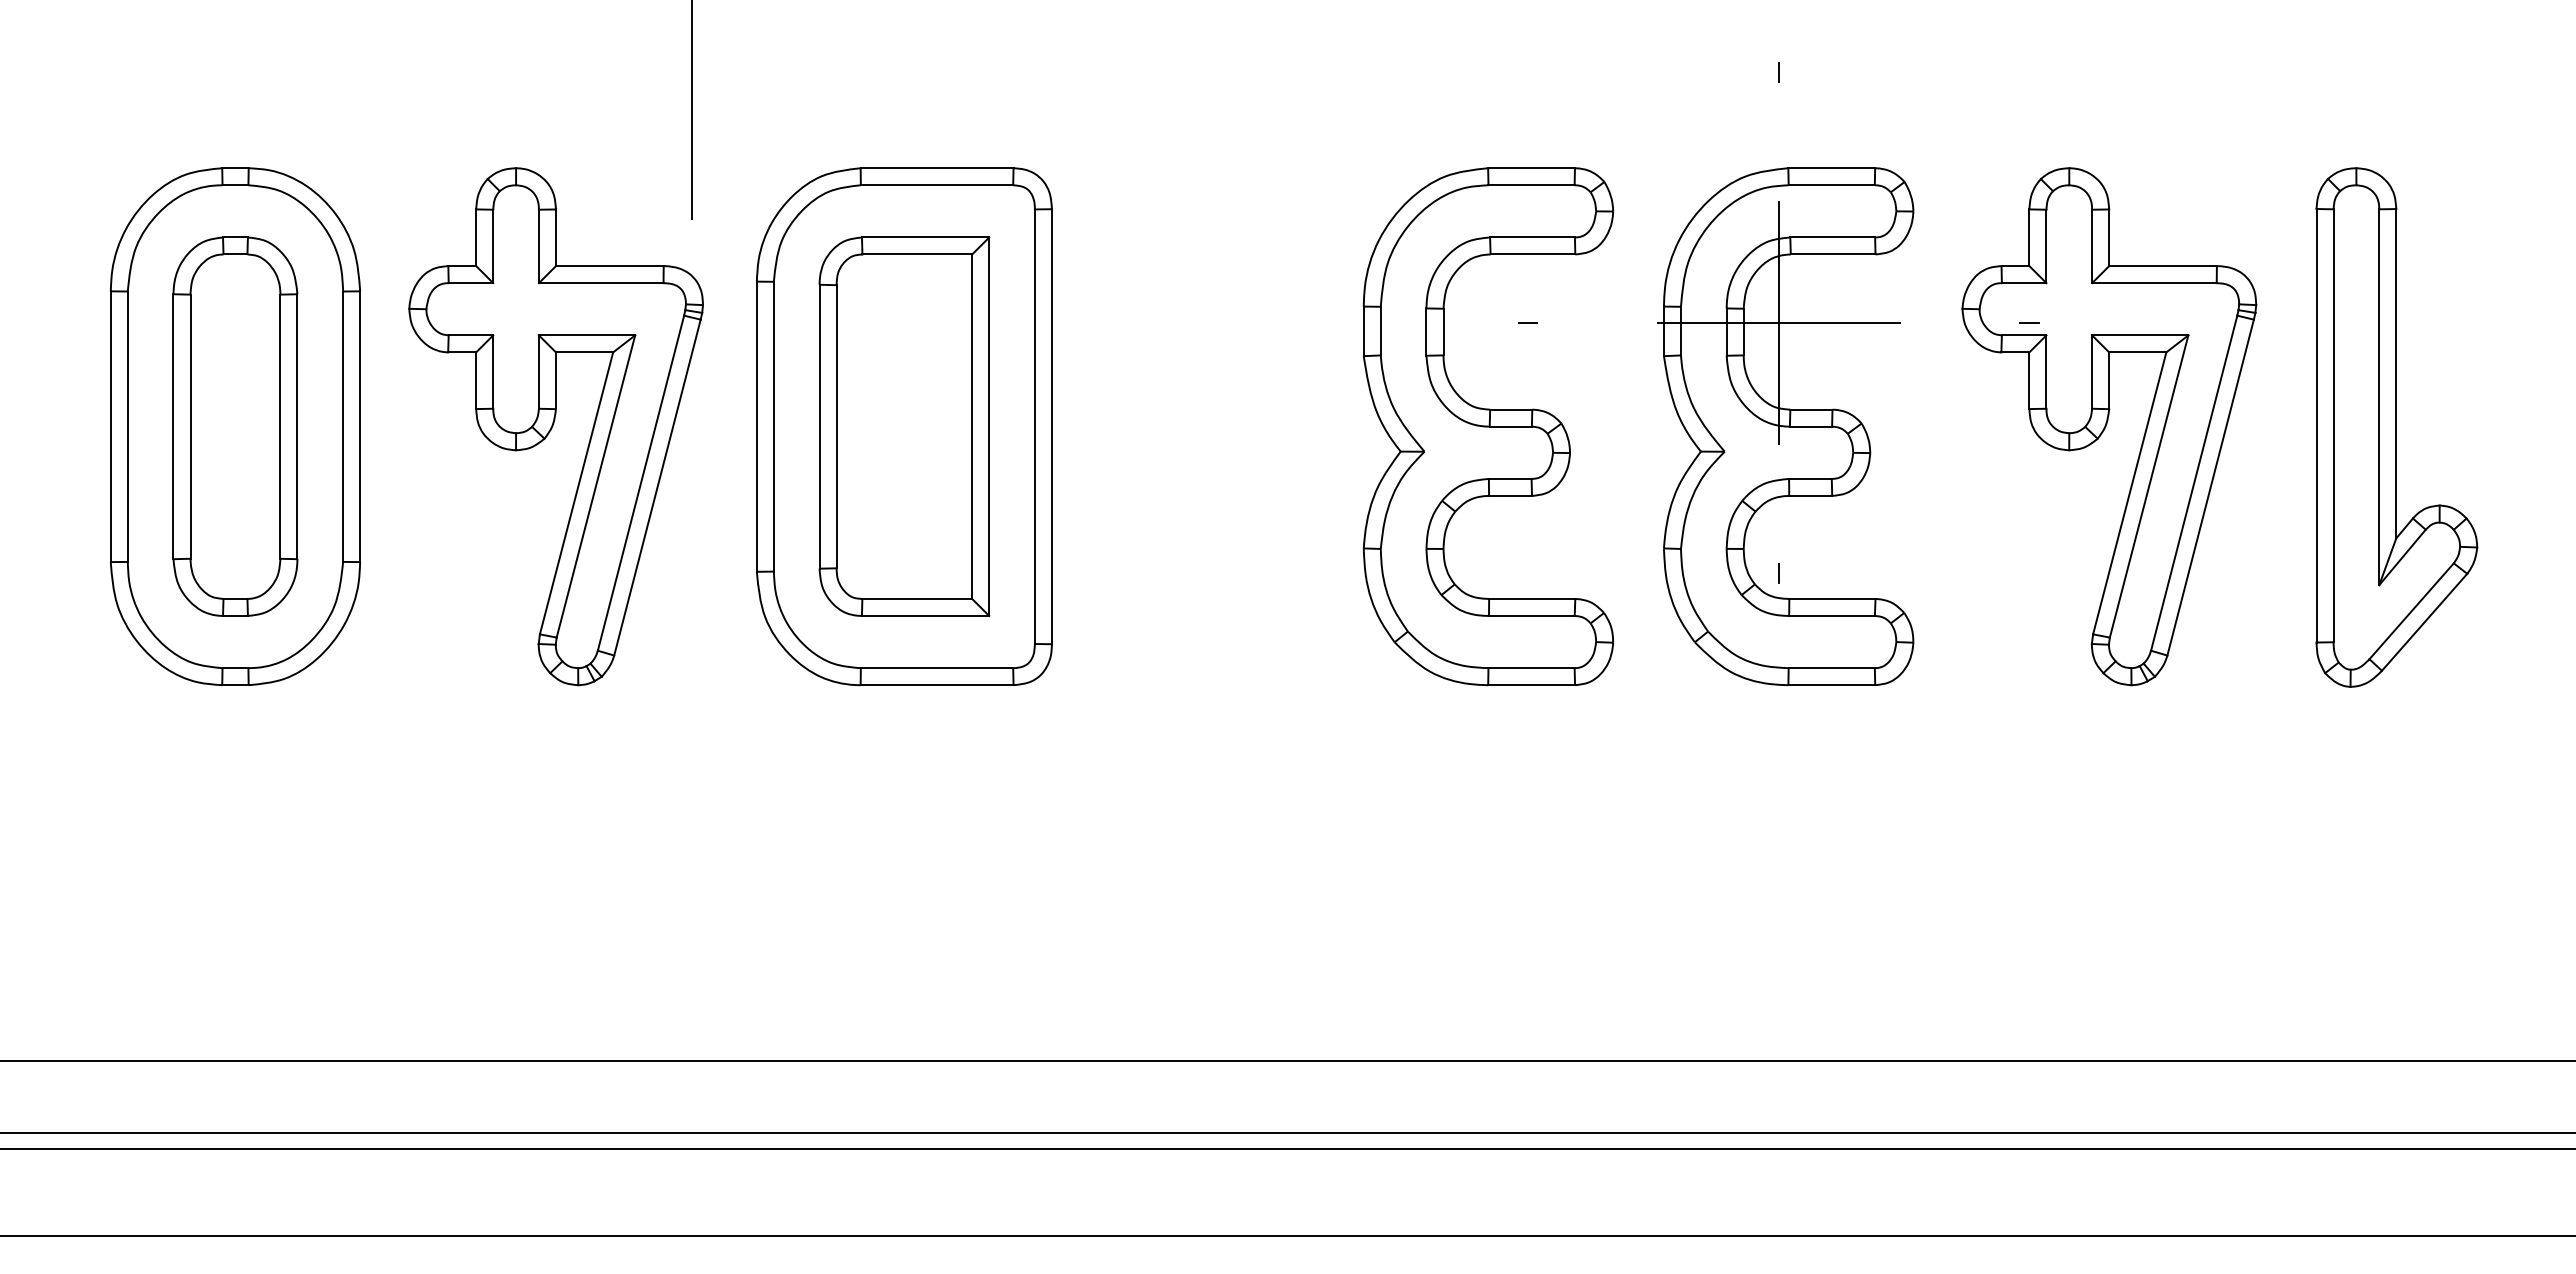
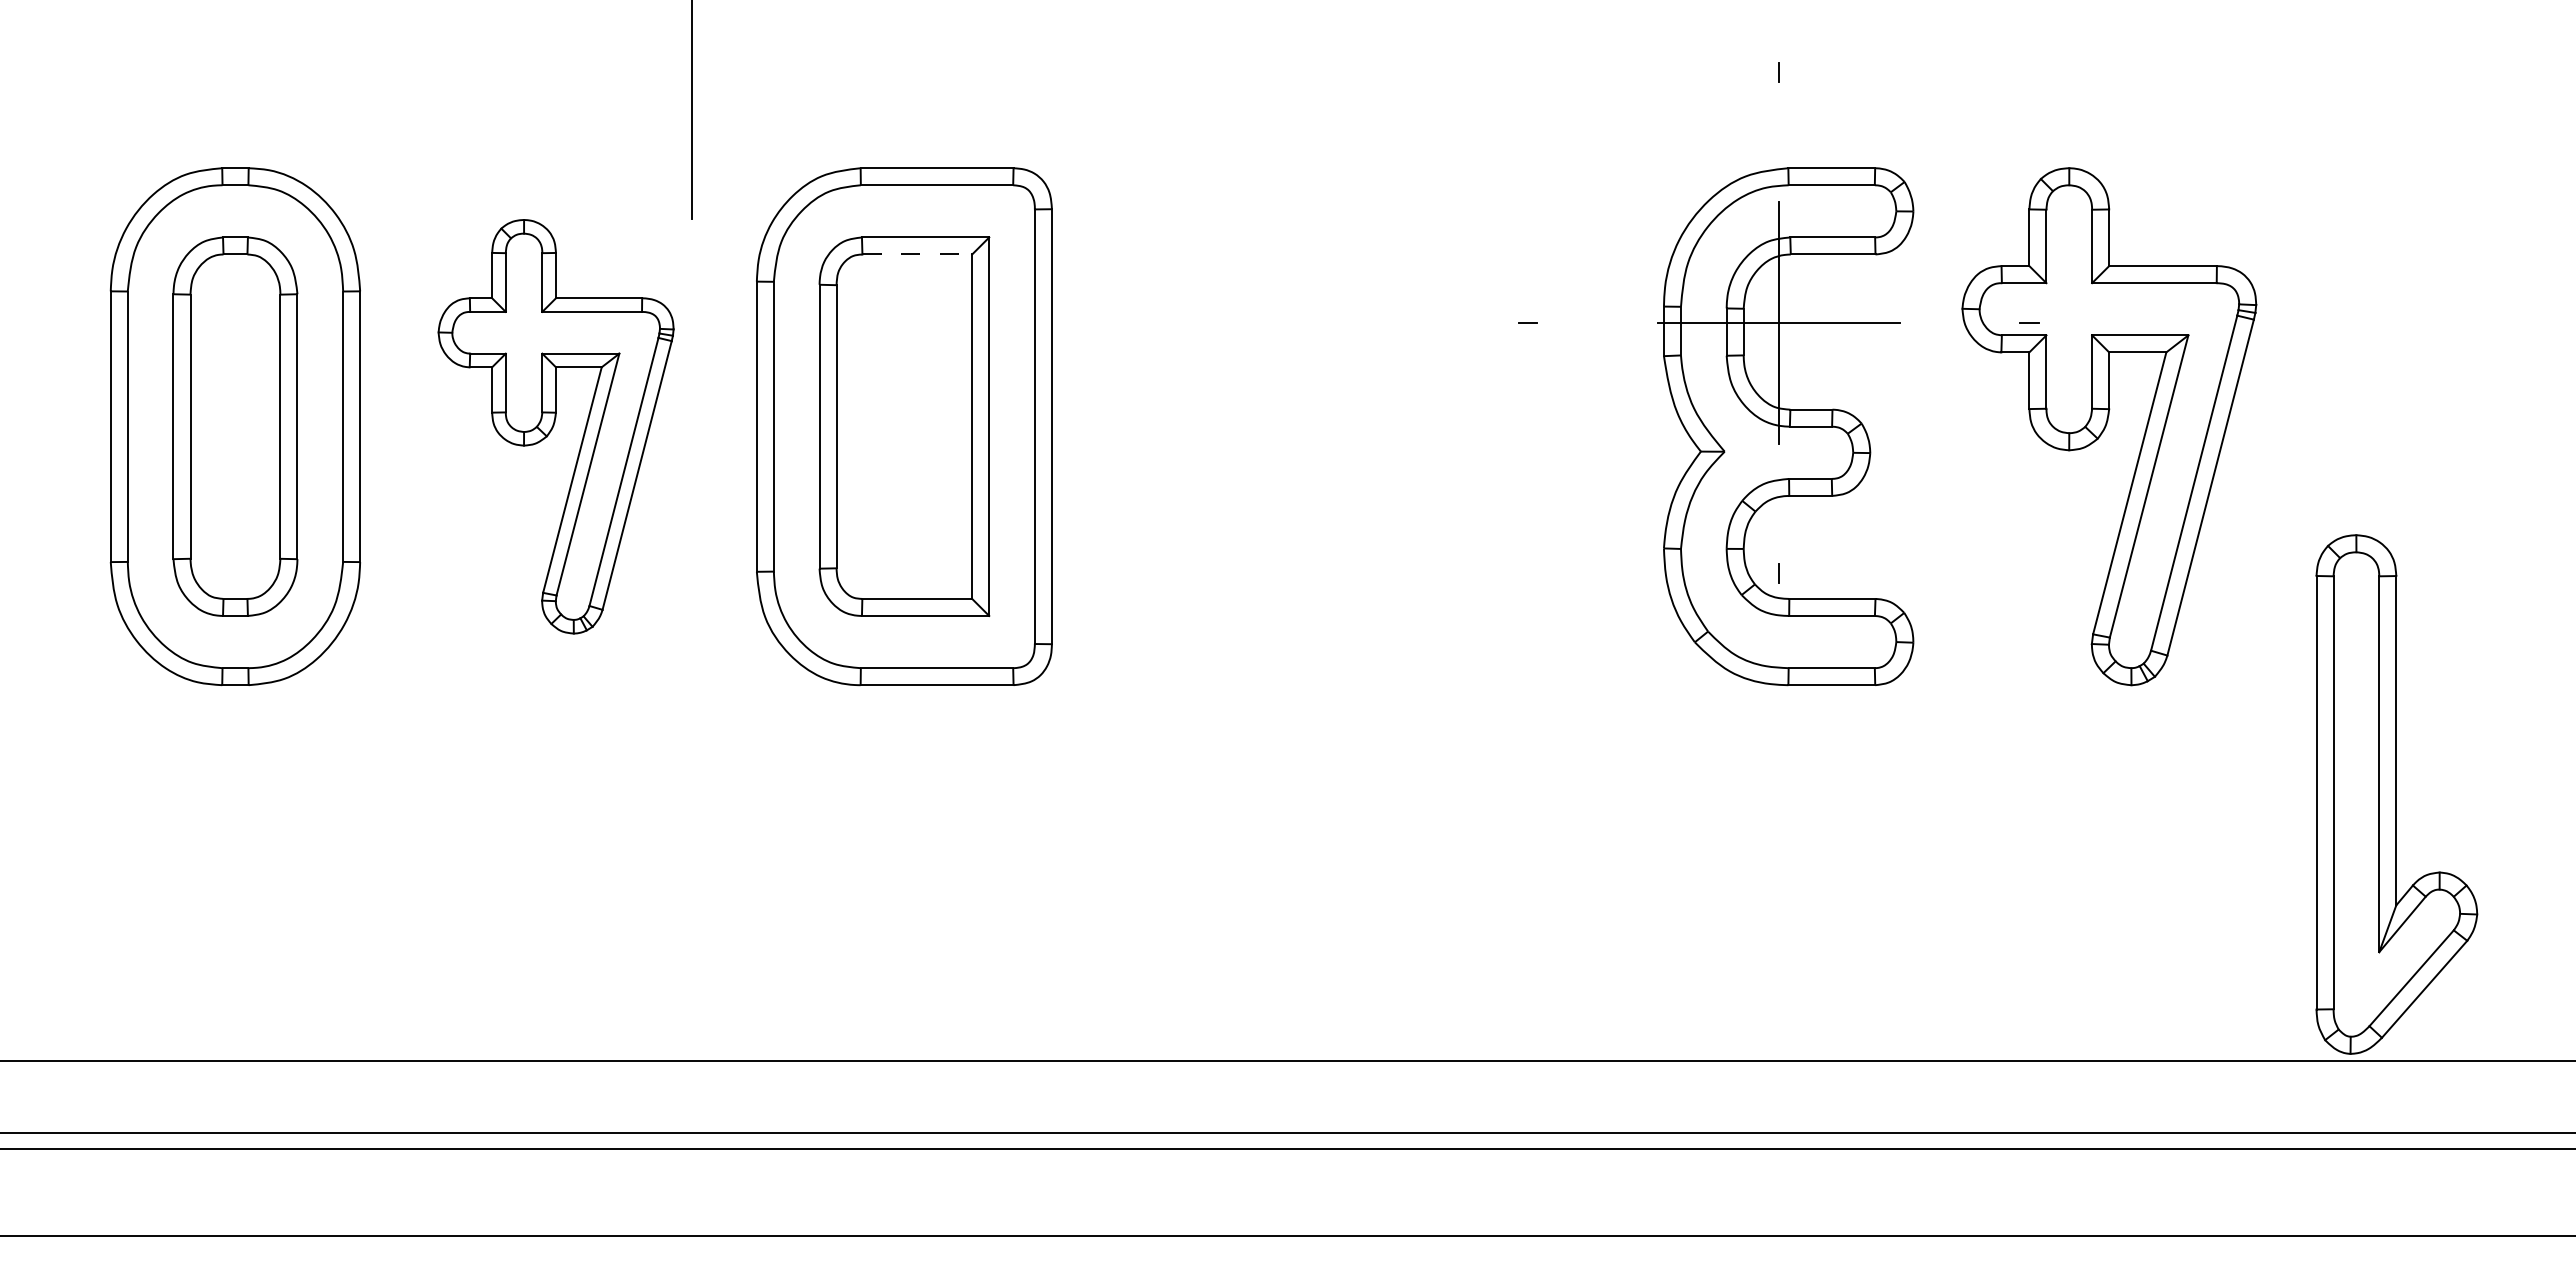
line at (917, 254): solid -> dashed
part at (555, 426) size: 296x520 px -> 238x416 px
part at (1488, 426): present -> none
part at (2396, 427) position: (2396, 427) -> (2396, 794)
